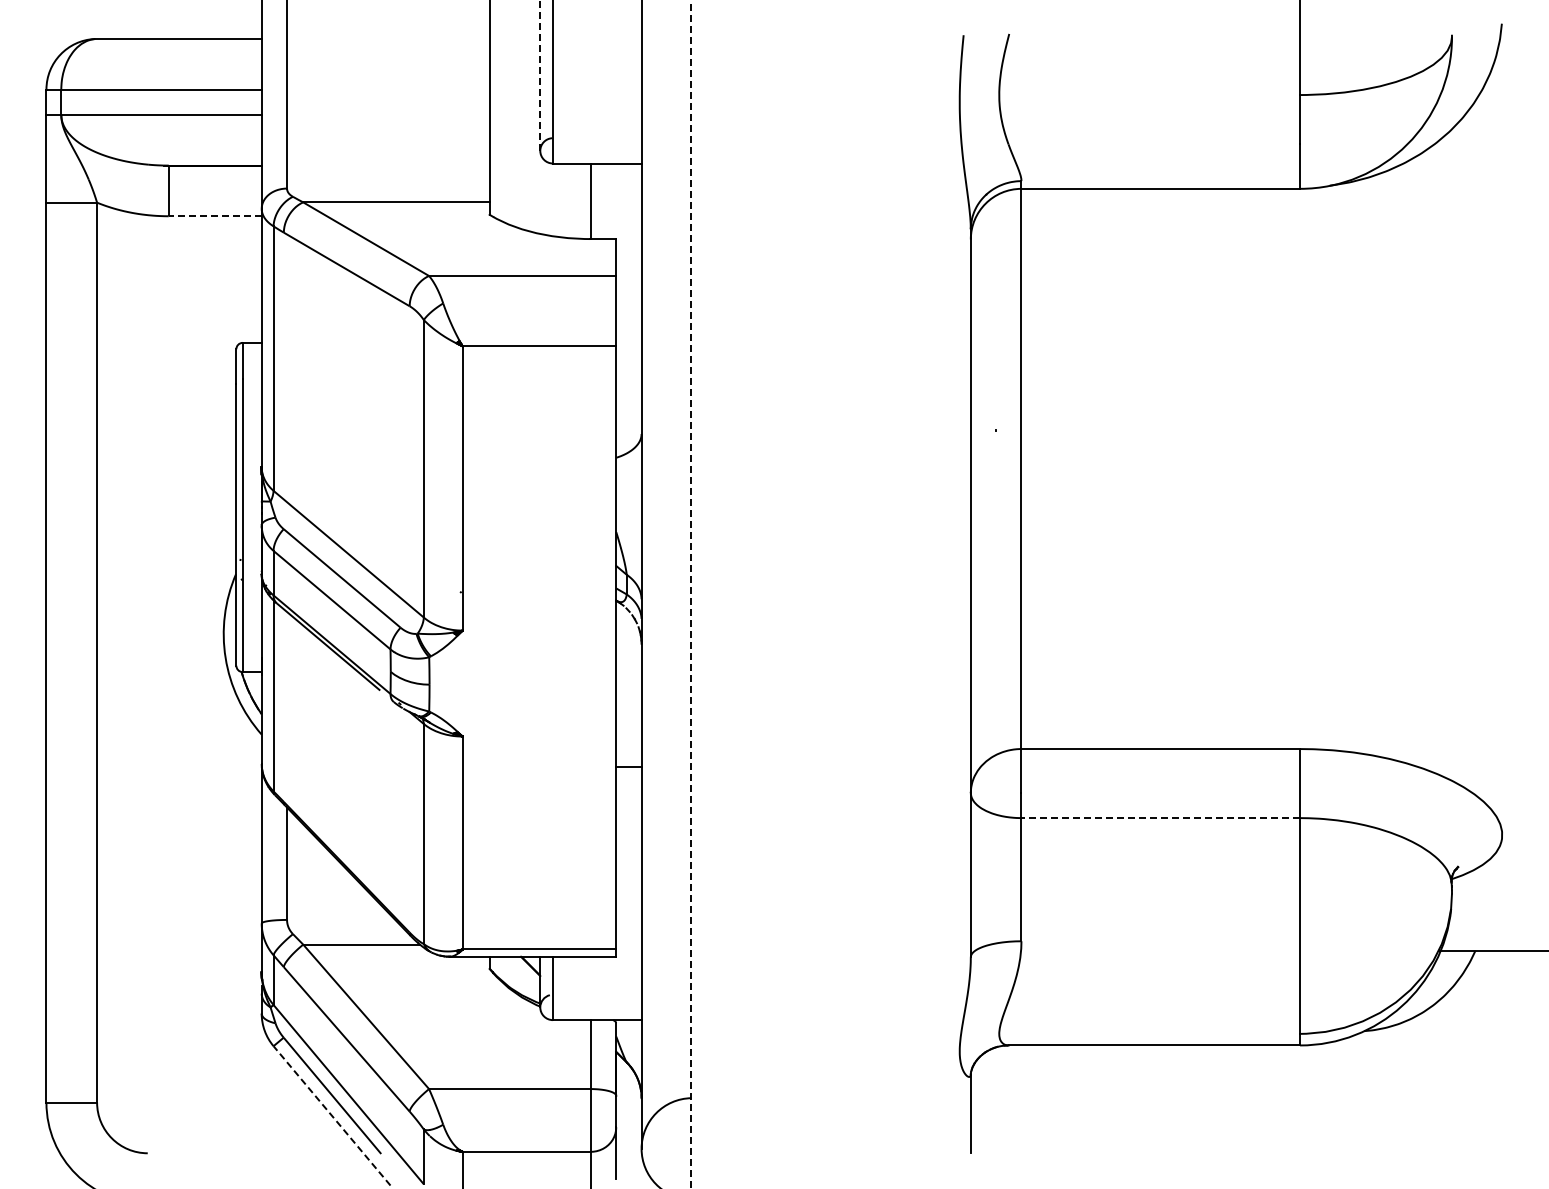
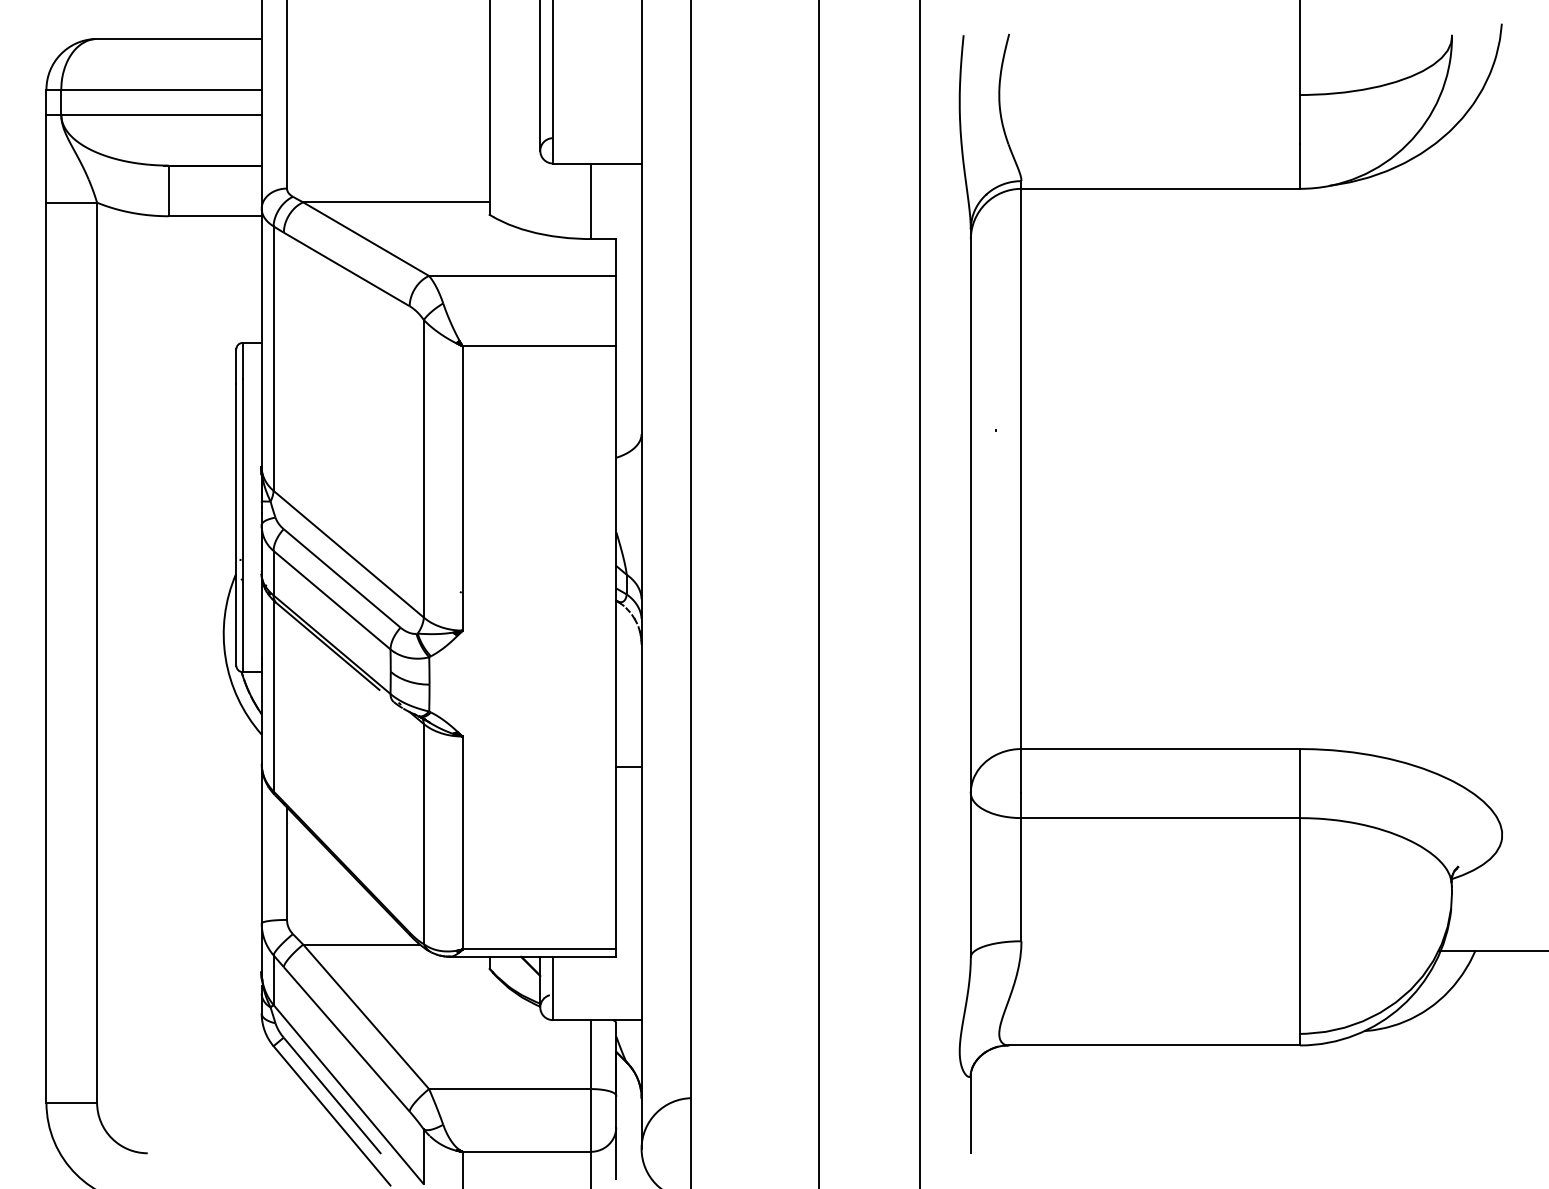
line at (540, 75): dashed -> solid
line at (214, 216): dashed -> solid
line at (818, 593): none -> present
line at (920, 593): none -> present
line at (690, 594): dashed -> solid
line at (1160, 818): dashed -> solid
line at (332, 1115): dashed -> solid
